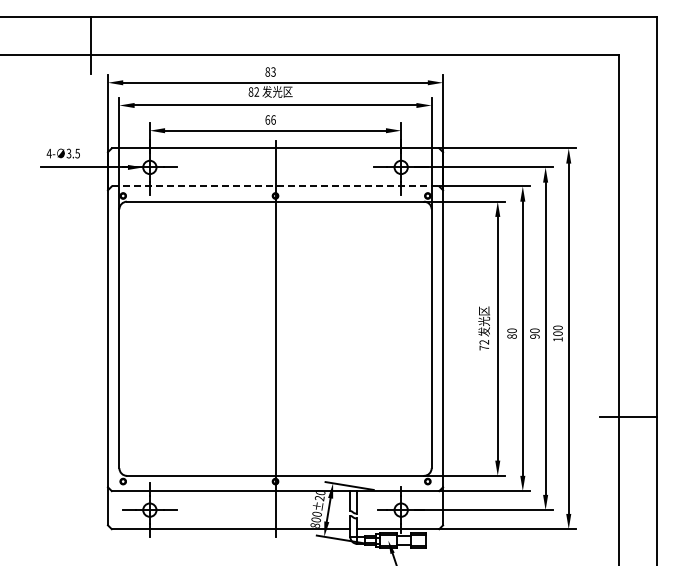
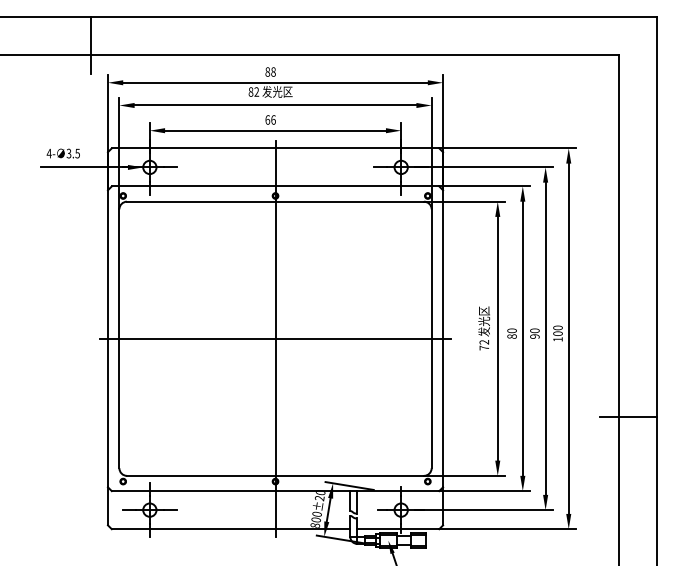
text at (273, 71): 83 -> 88
line at (275, 186): dashed -> solid
line at (275, 338): none -> present
